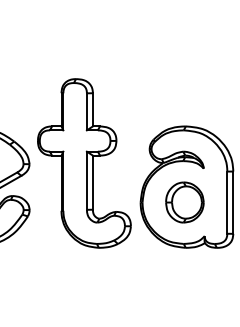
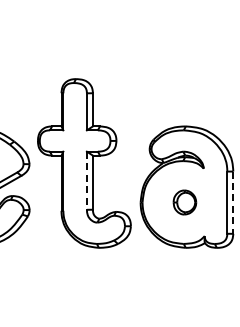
line at (86, 181): solid -> dashed
part at (184, 202) size: 40x43 px -> 26x27 px
line at (233, 203): solid -> dashed
